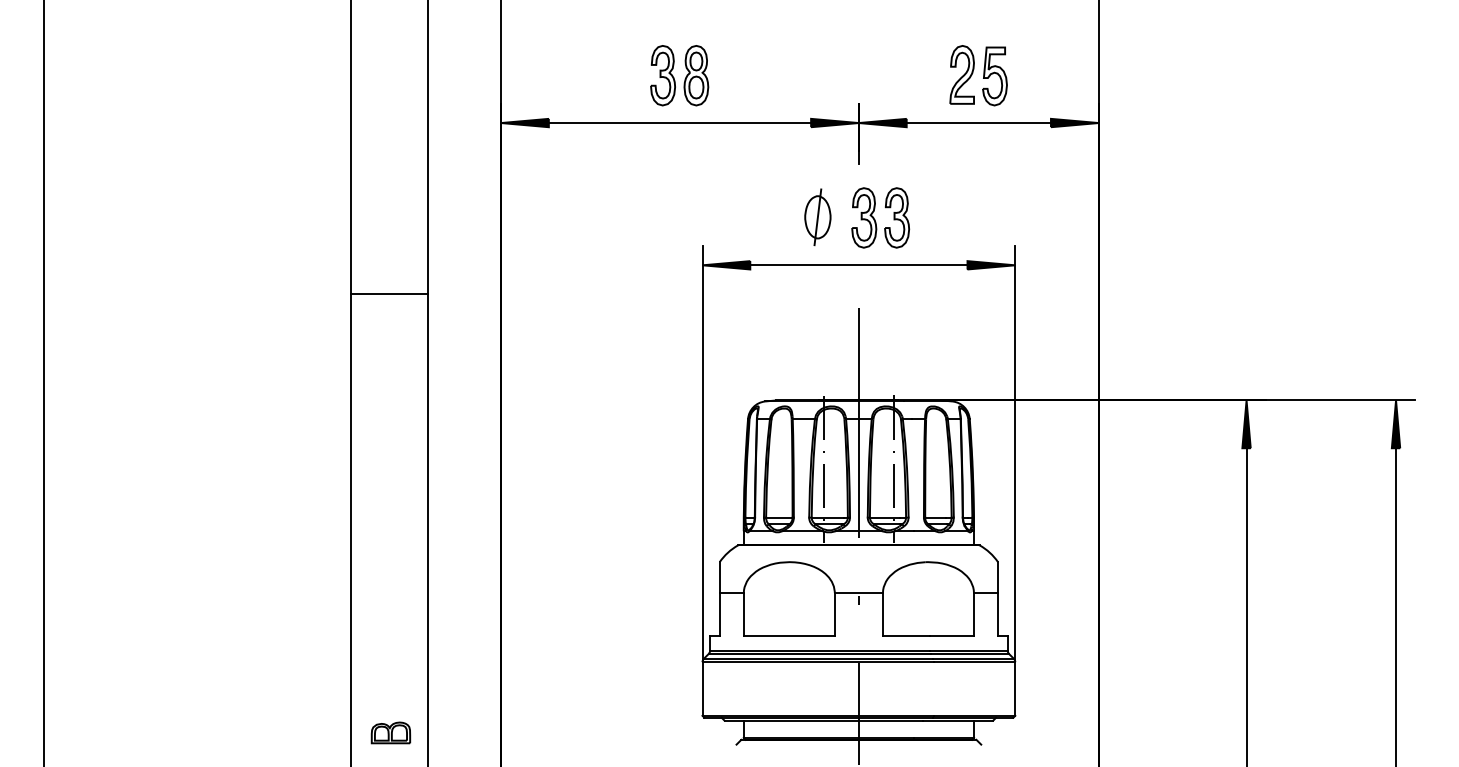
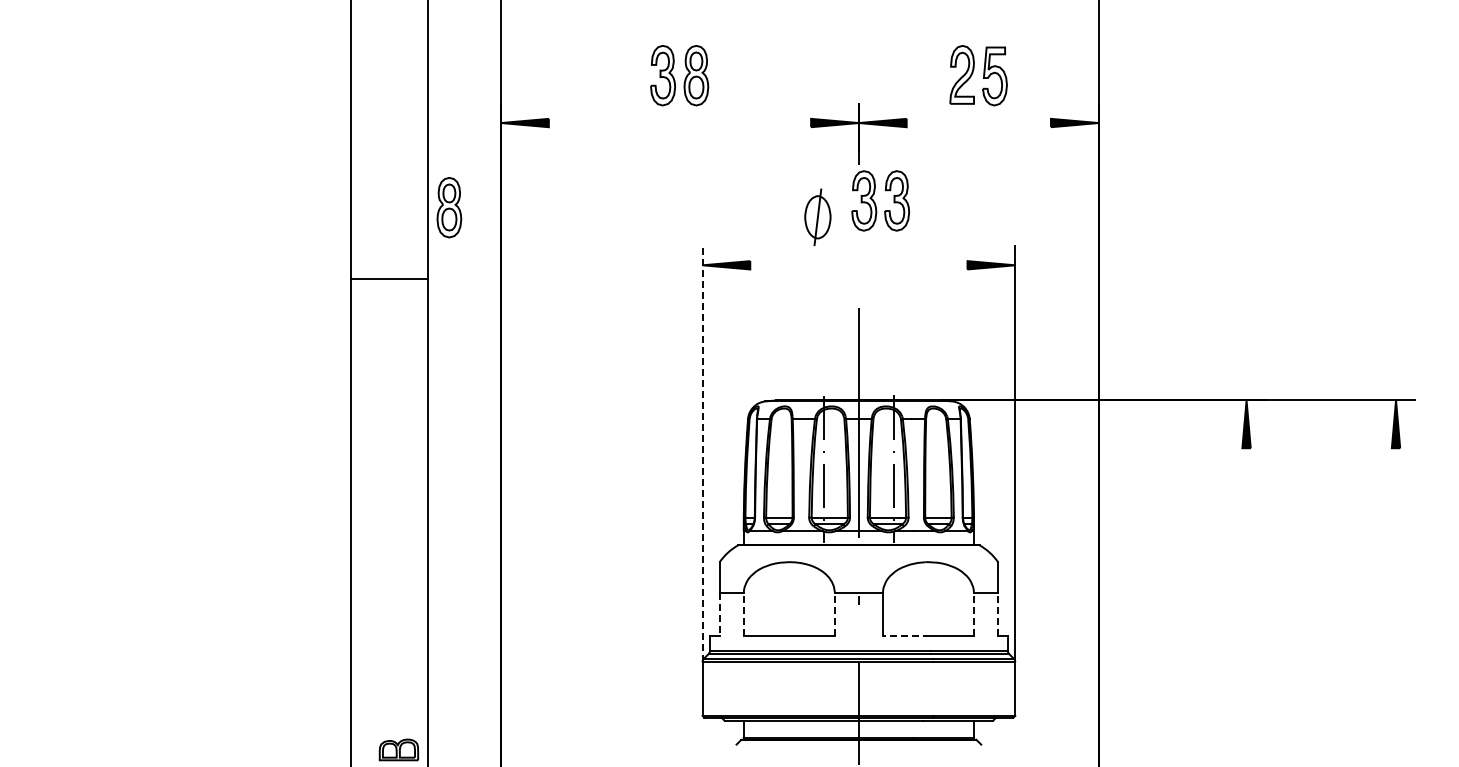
line at (679, 123): present -> none
line at (978, 123): present -> none
part at (449, 207): none -> present
part at (880, 217) position: (880, 217) -> (880, 200)
line at (858, 265): present -> none
line at (388, 293) position: (388, 293) -> (388, 278)
line at (43, 382): present -> none
line at (702, 453): solid -> dashed
line at (1246, 605): present -> none
line at (1396, 605): present -> none
line at (719, 614): solid -> dashed
line at (743, 614): solid -> dashed
line at (834, 614): solid -> dashed
line at (973, 614): solid -> dashed
line at (998, 614): solid -> dashed
line at (906, 636): solid -> dashed
part at (390, 732) position: (390, 732) -> (398, 749)
